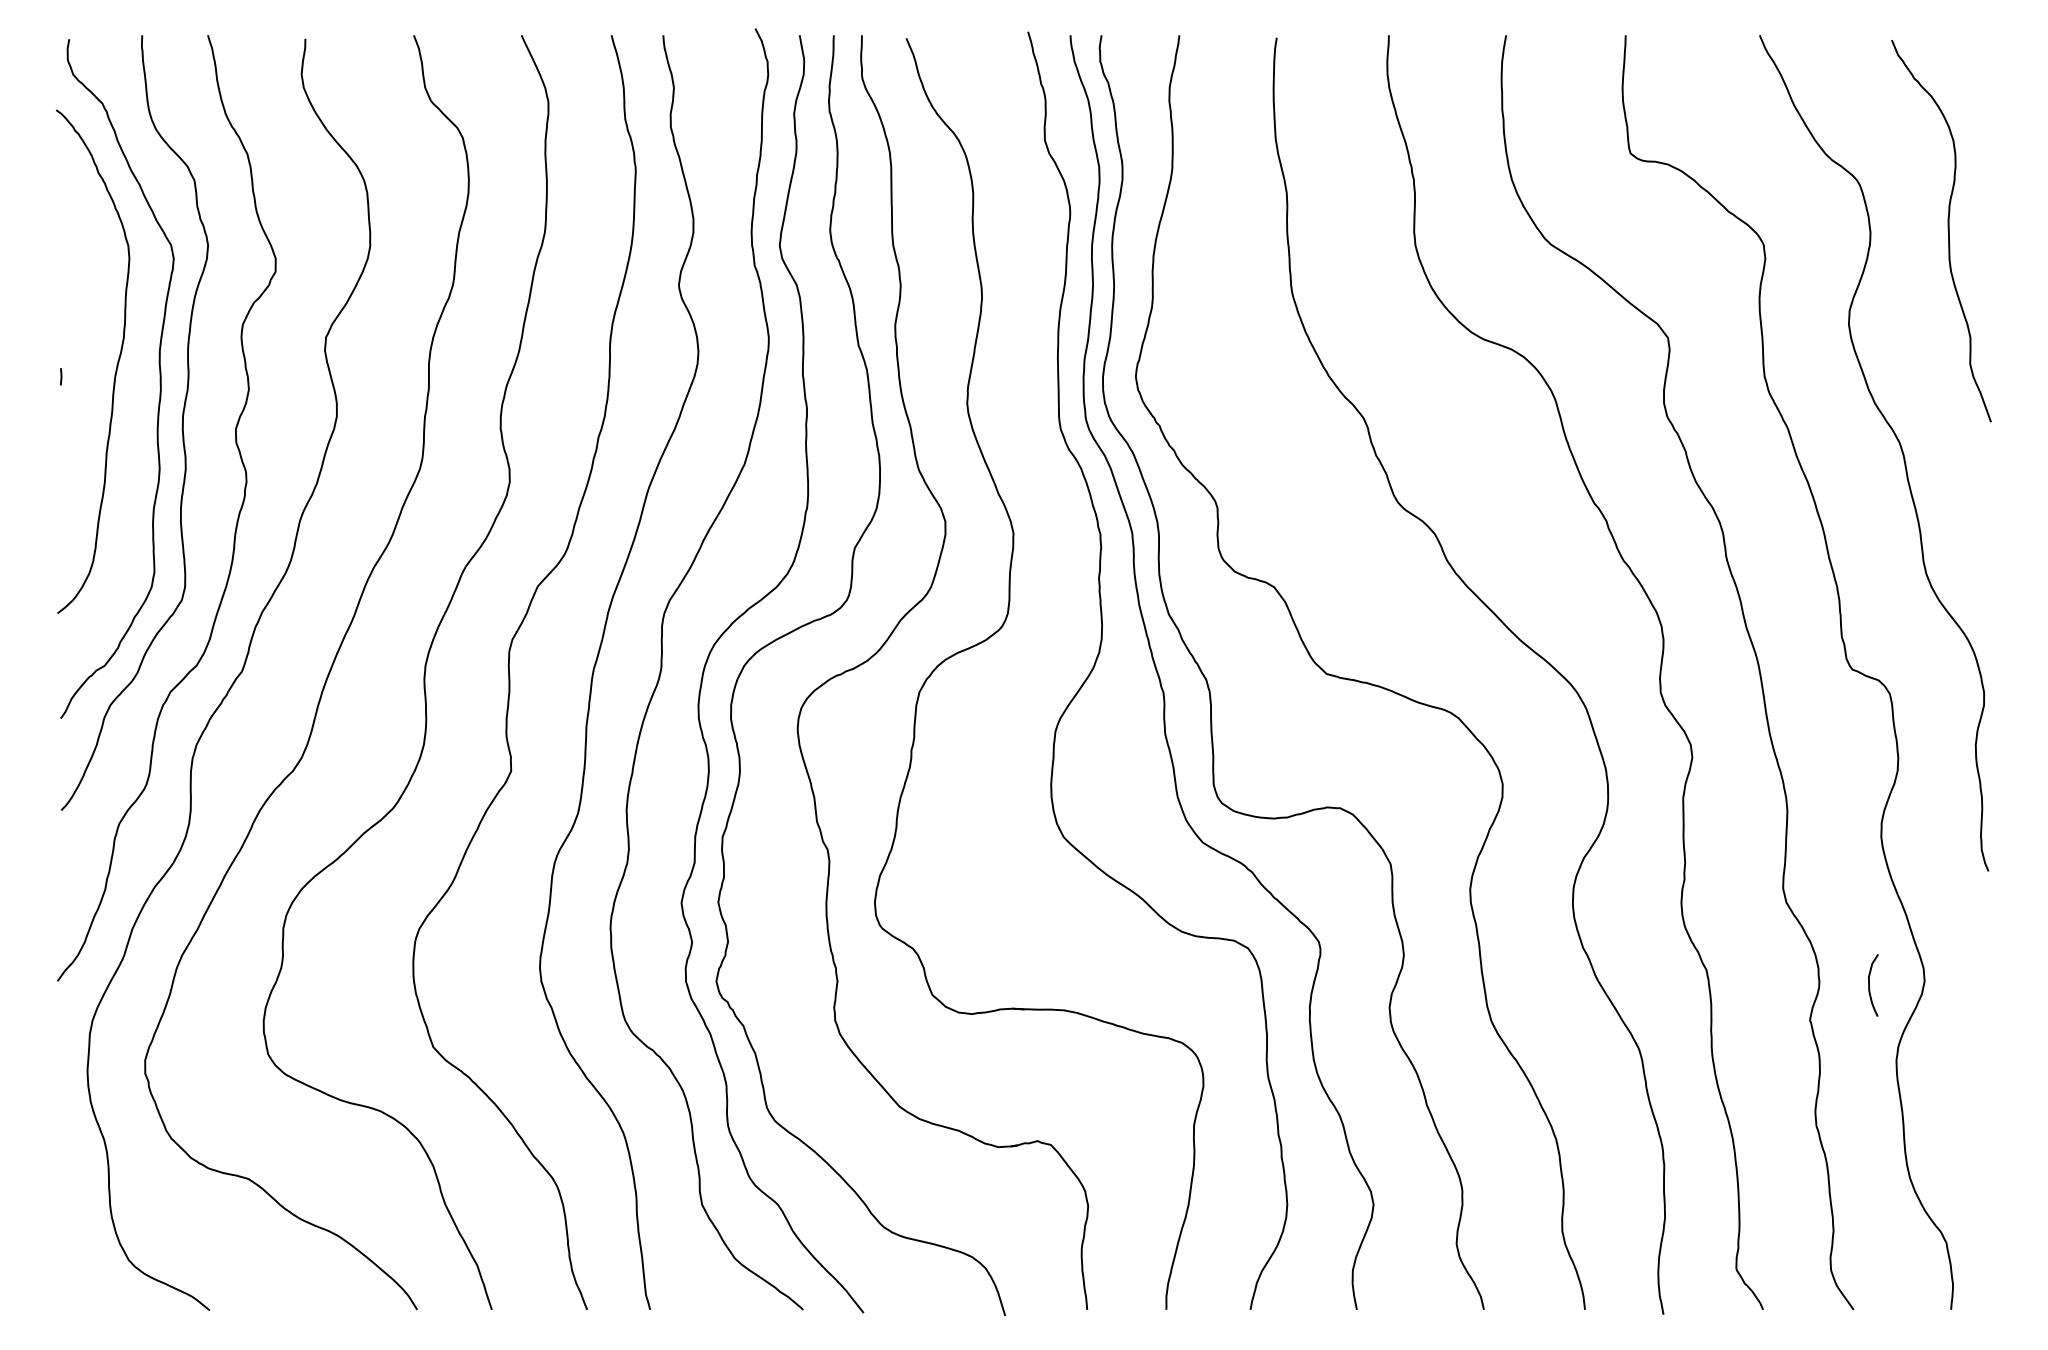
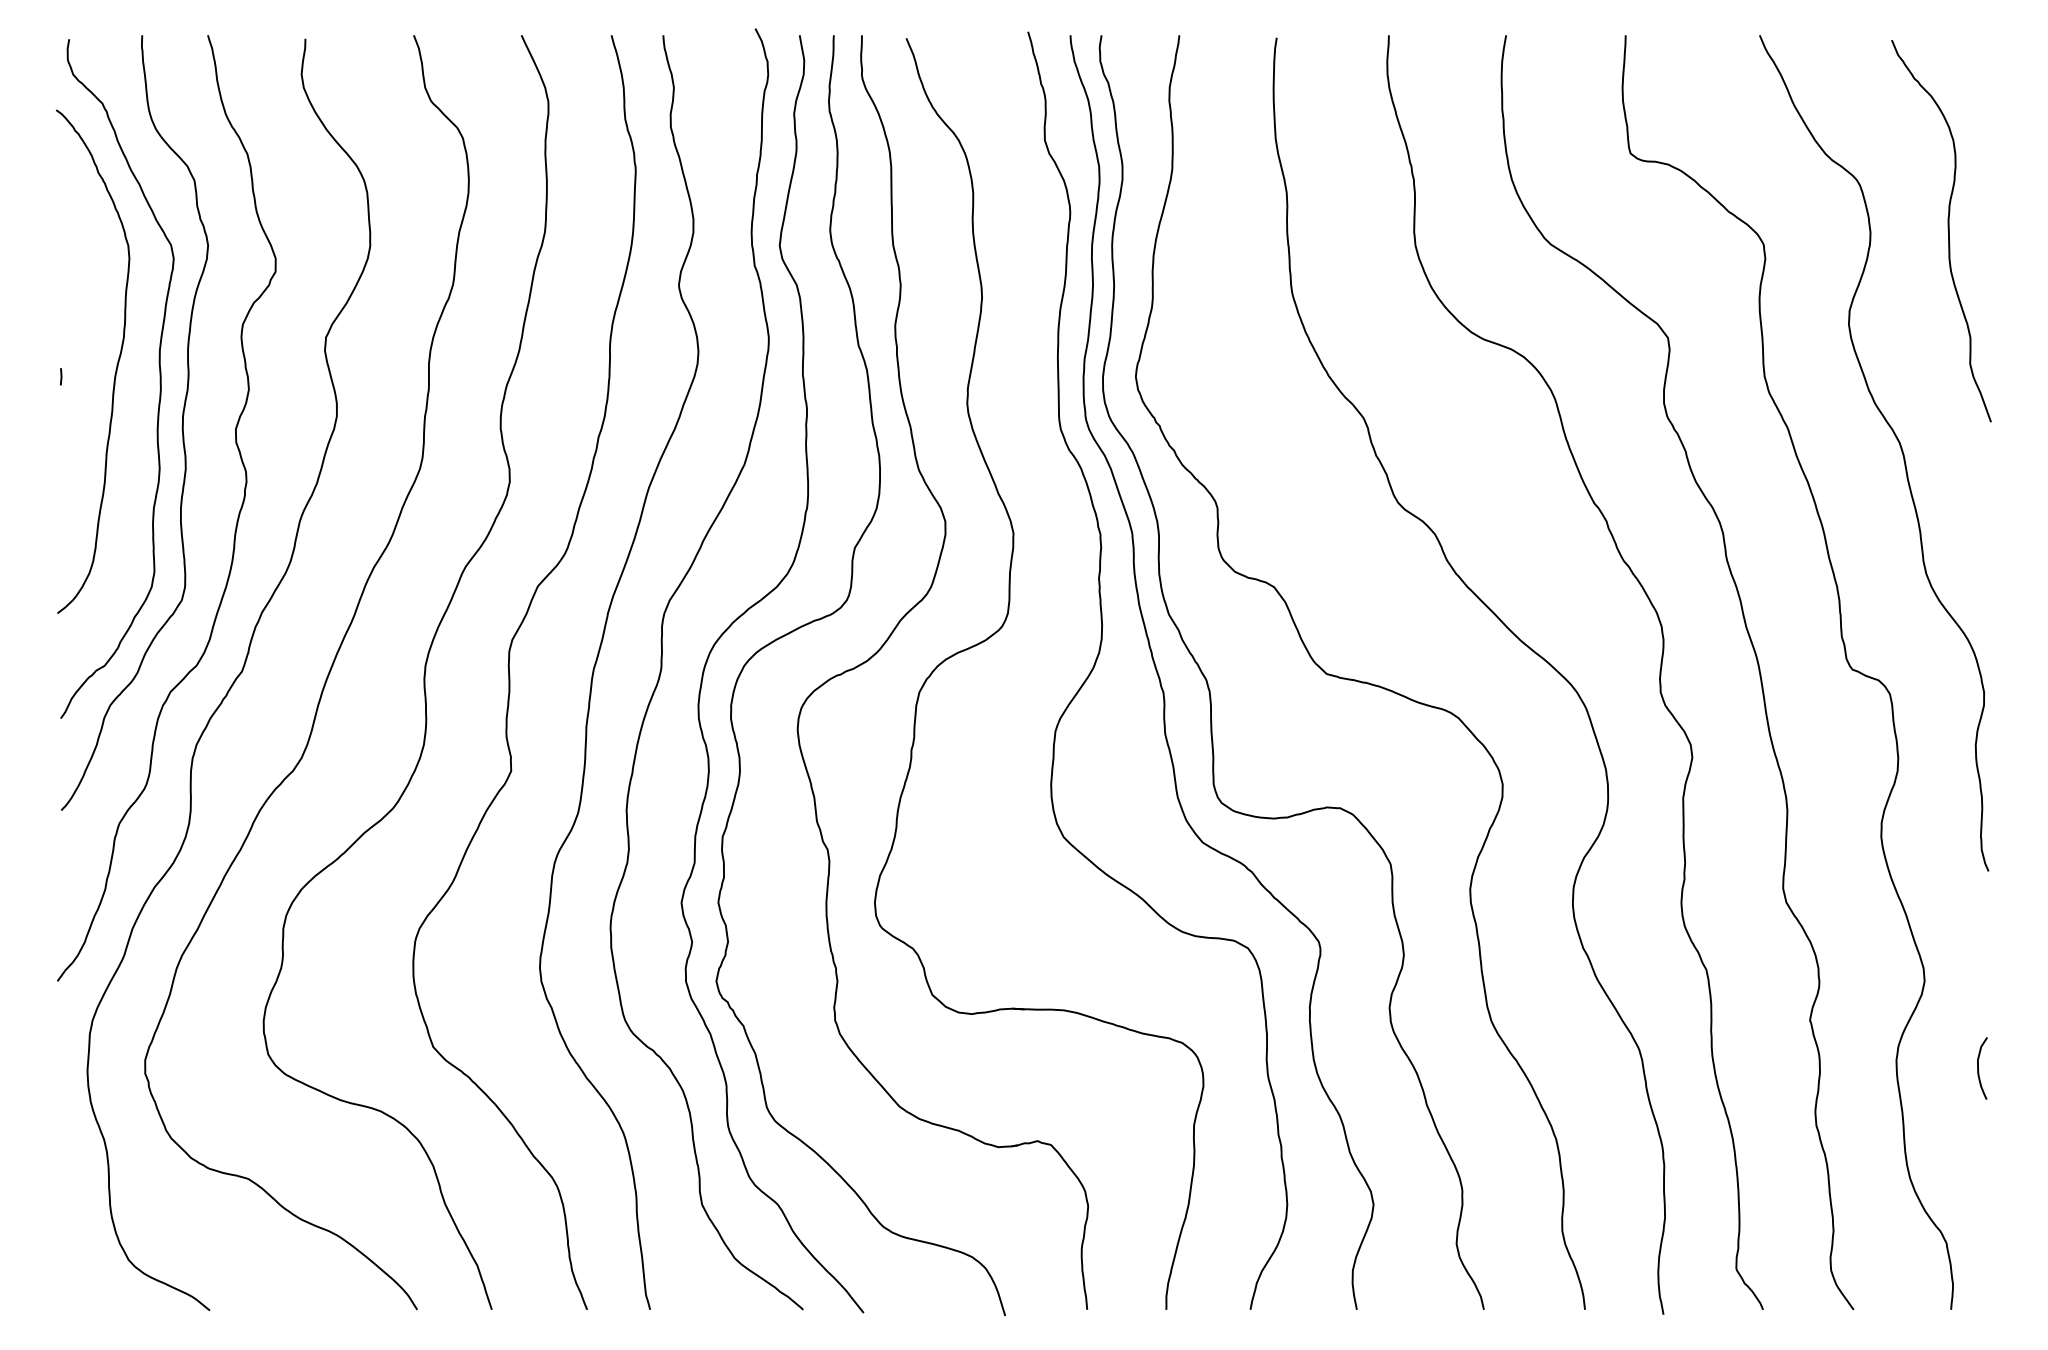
curve at (1869, 985) position: (1869, 985) -> (1978, 1068)
